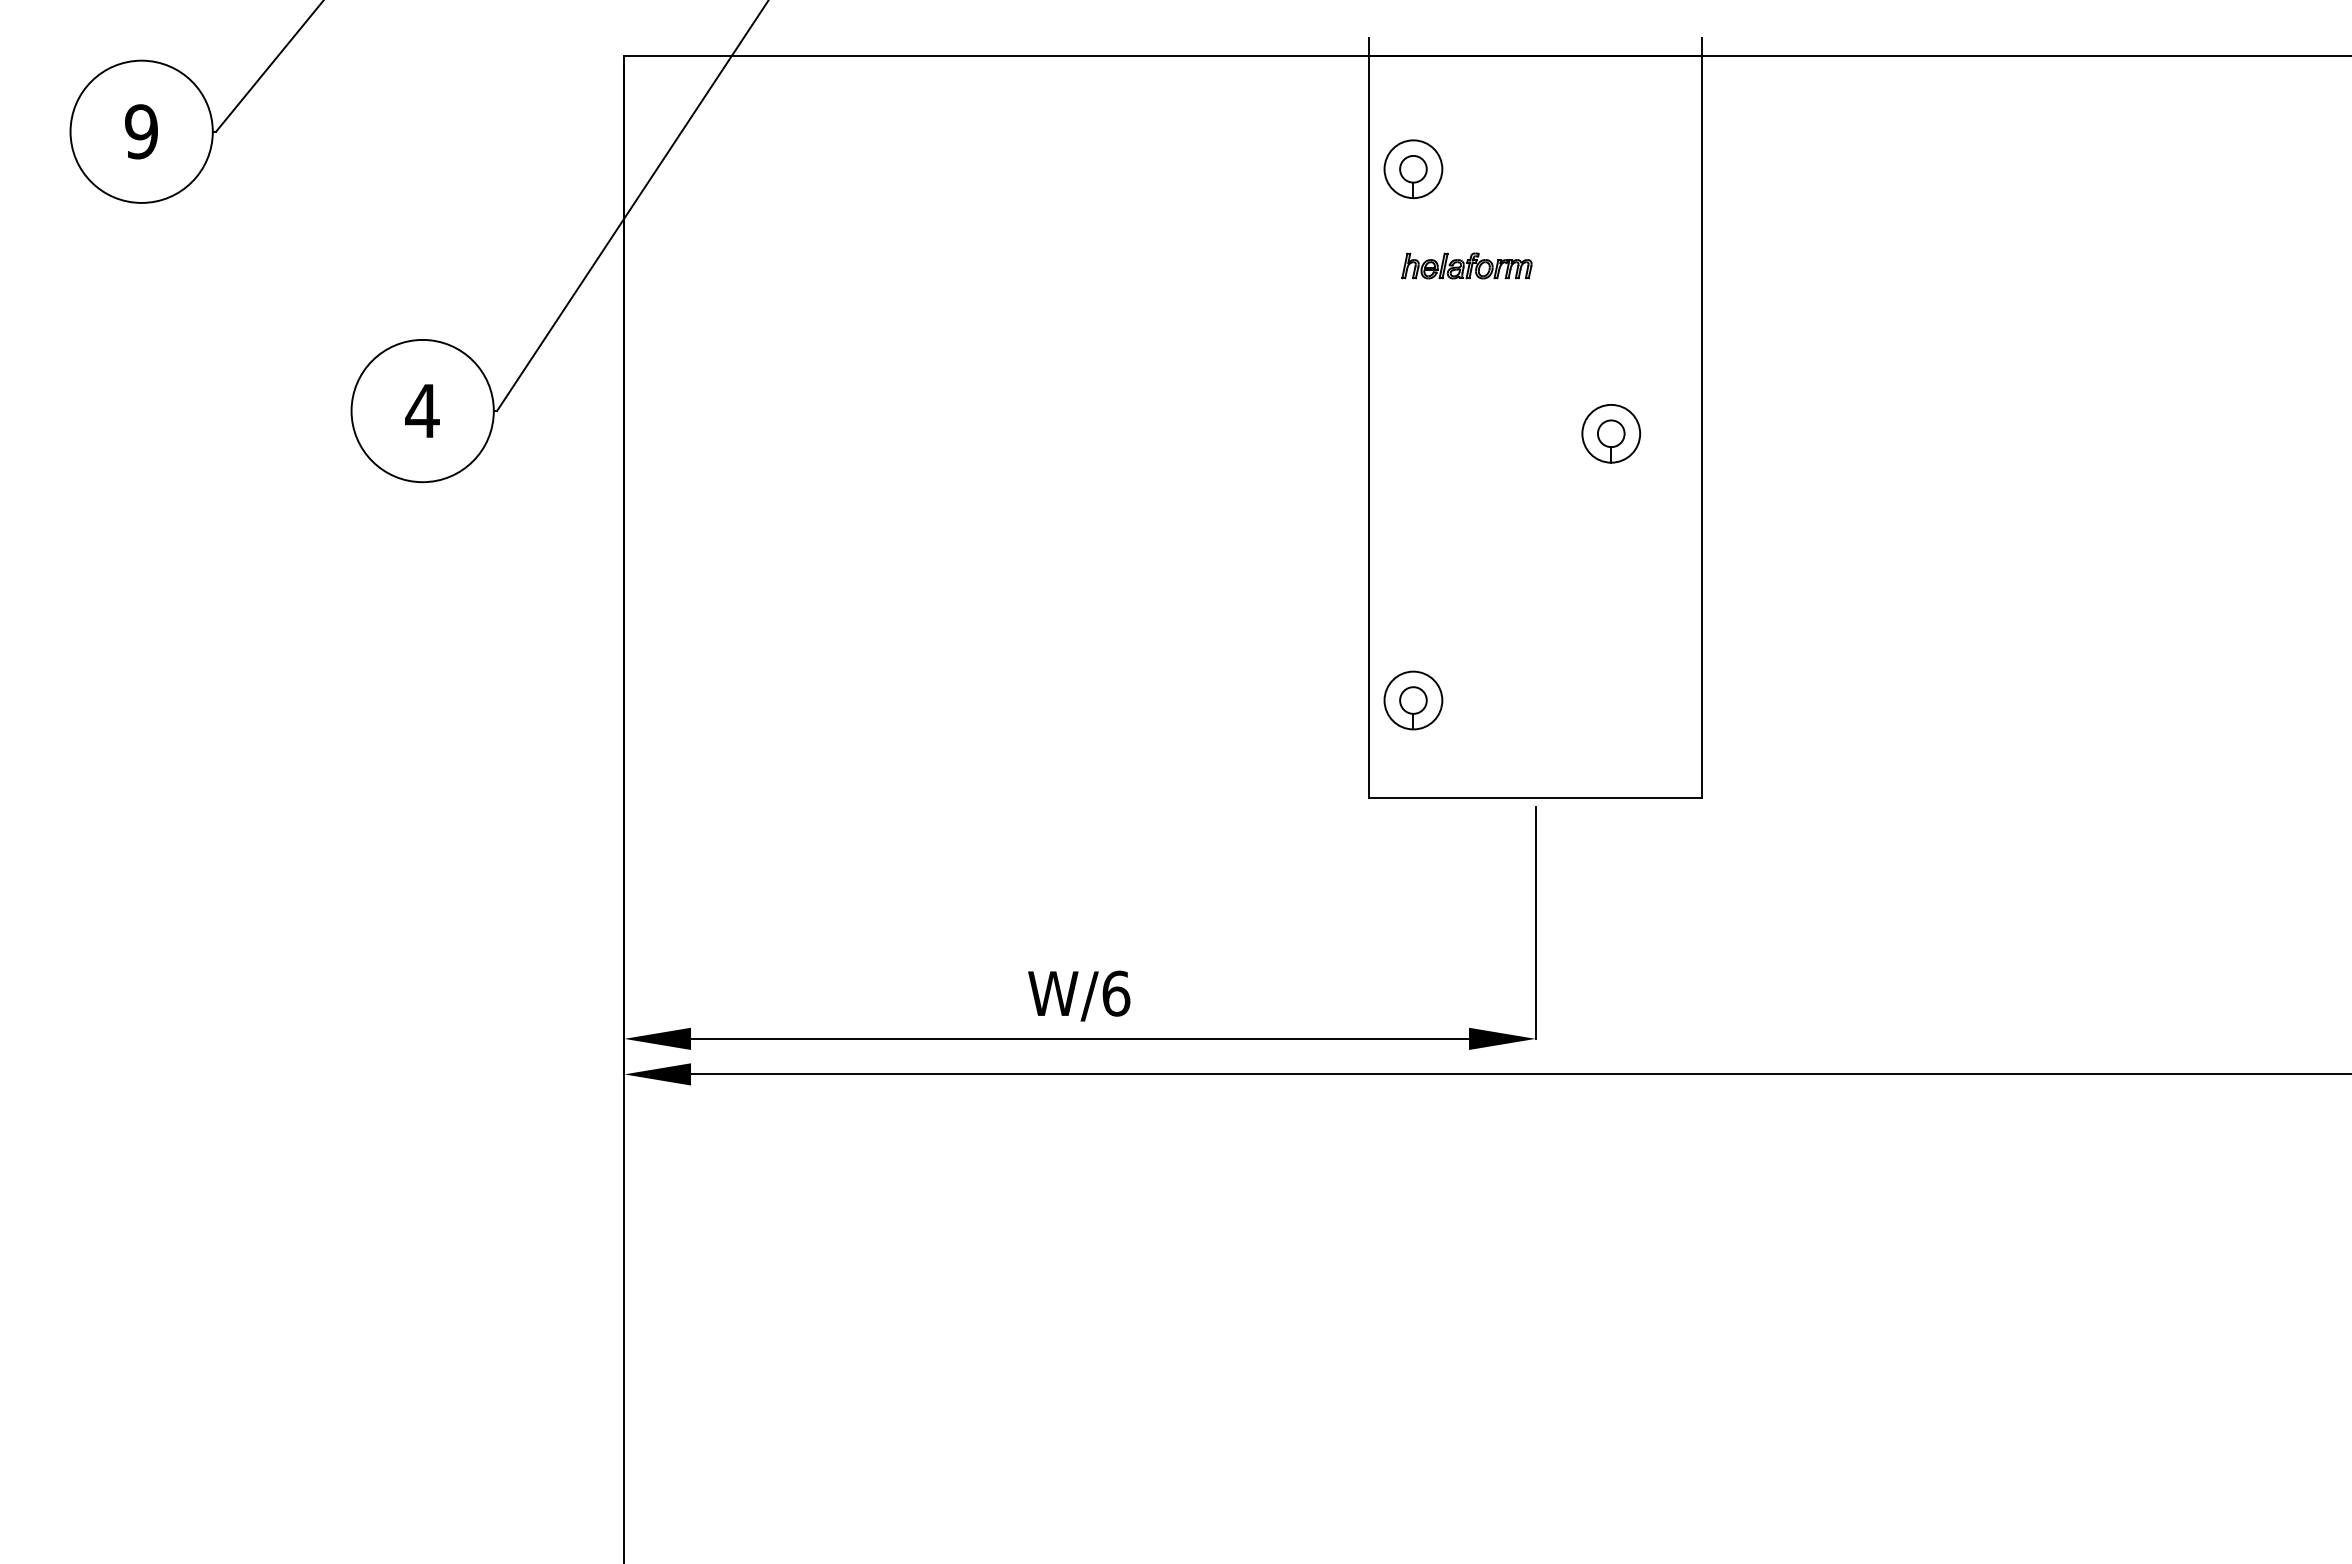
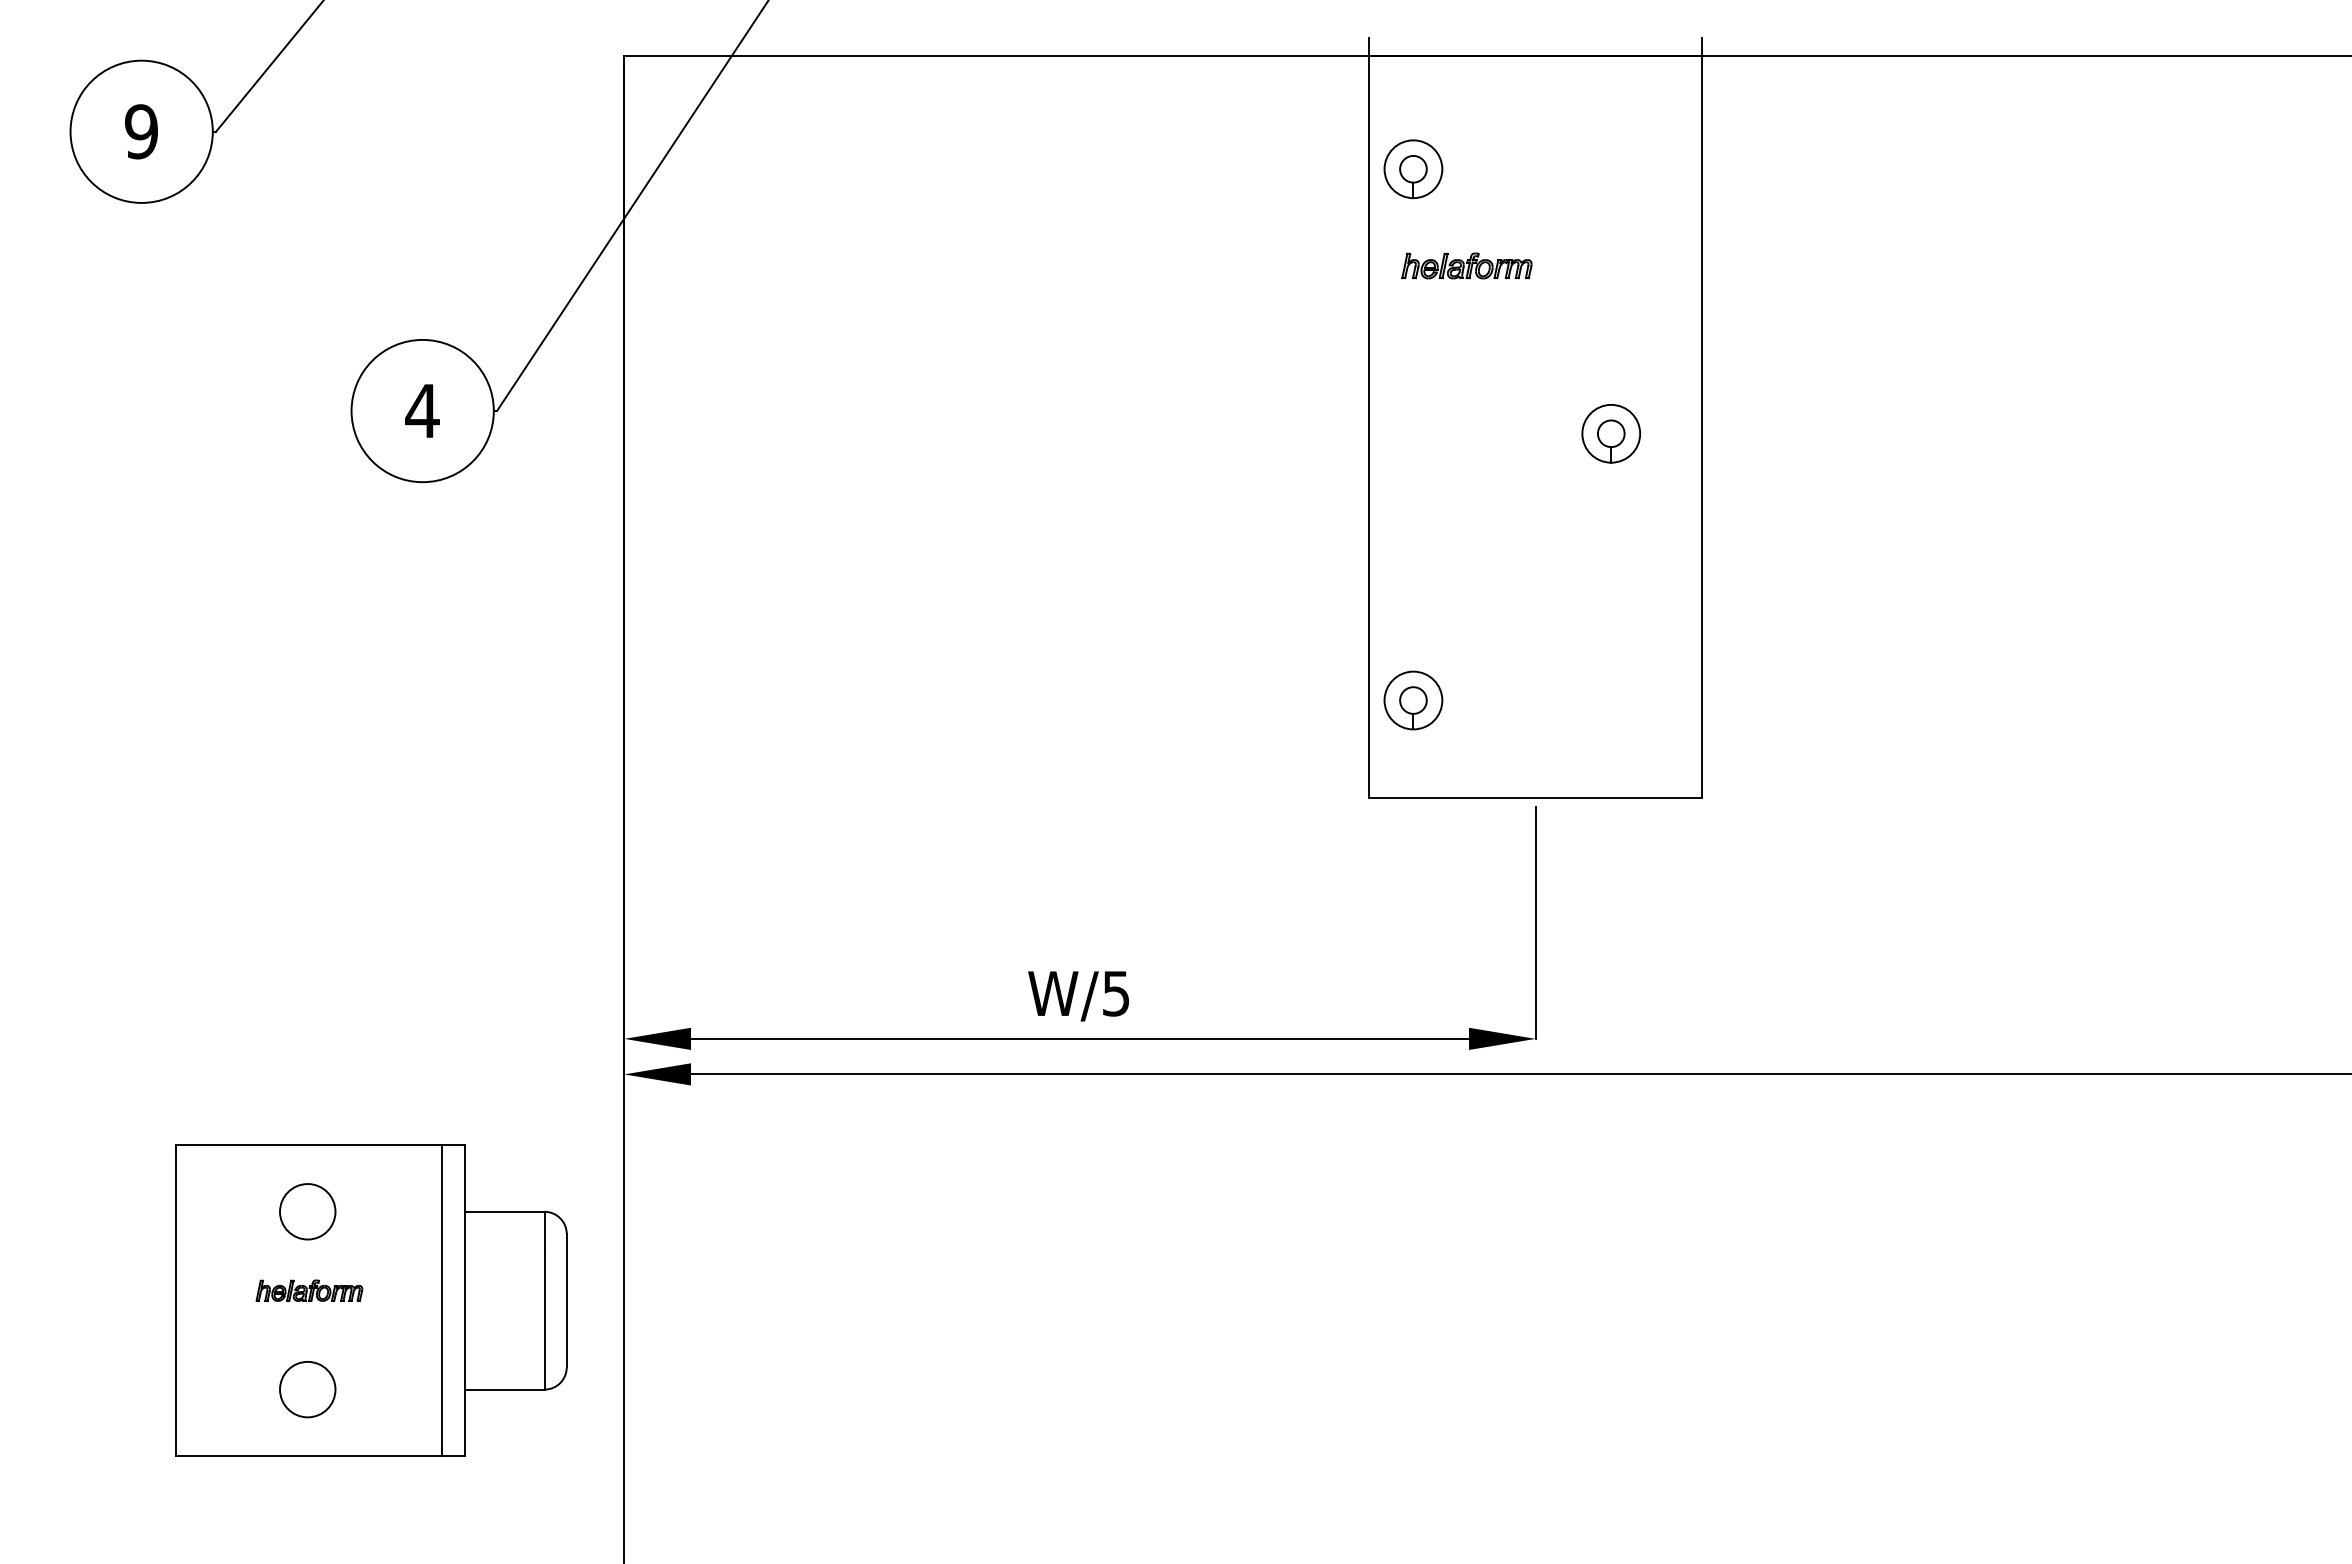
text at (1116, 993): W/6 -> W/5
part at (371, 1300): none -> present
